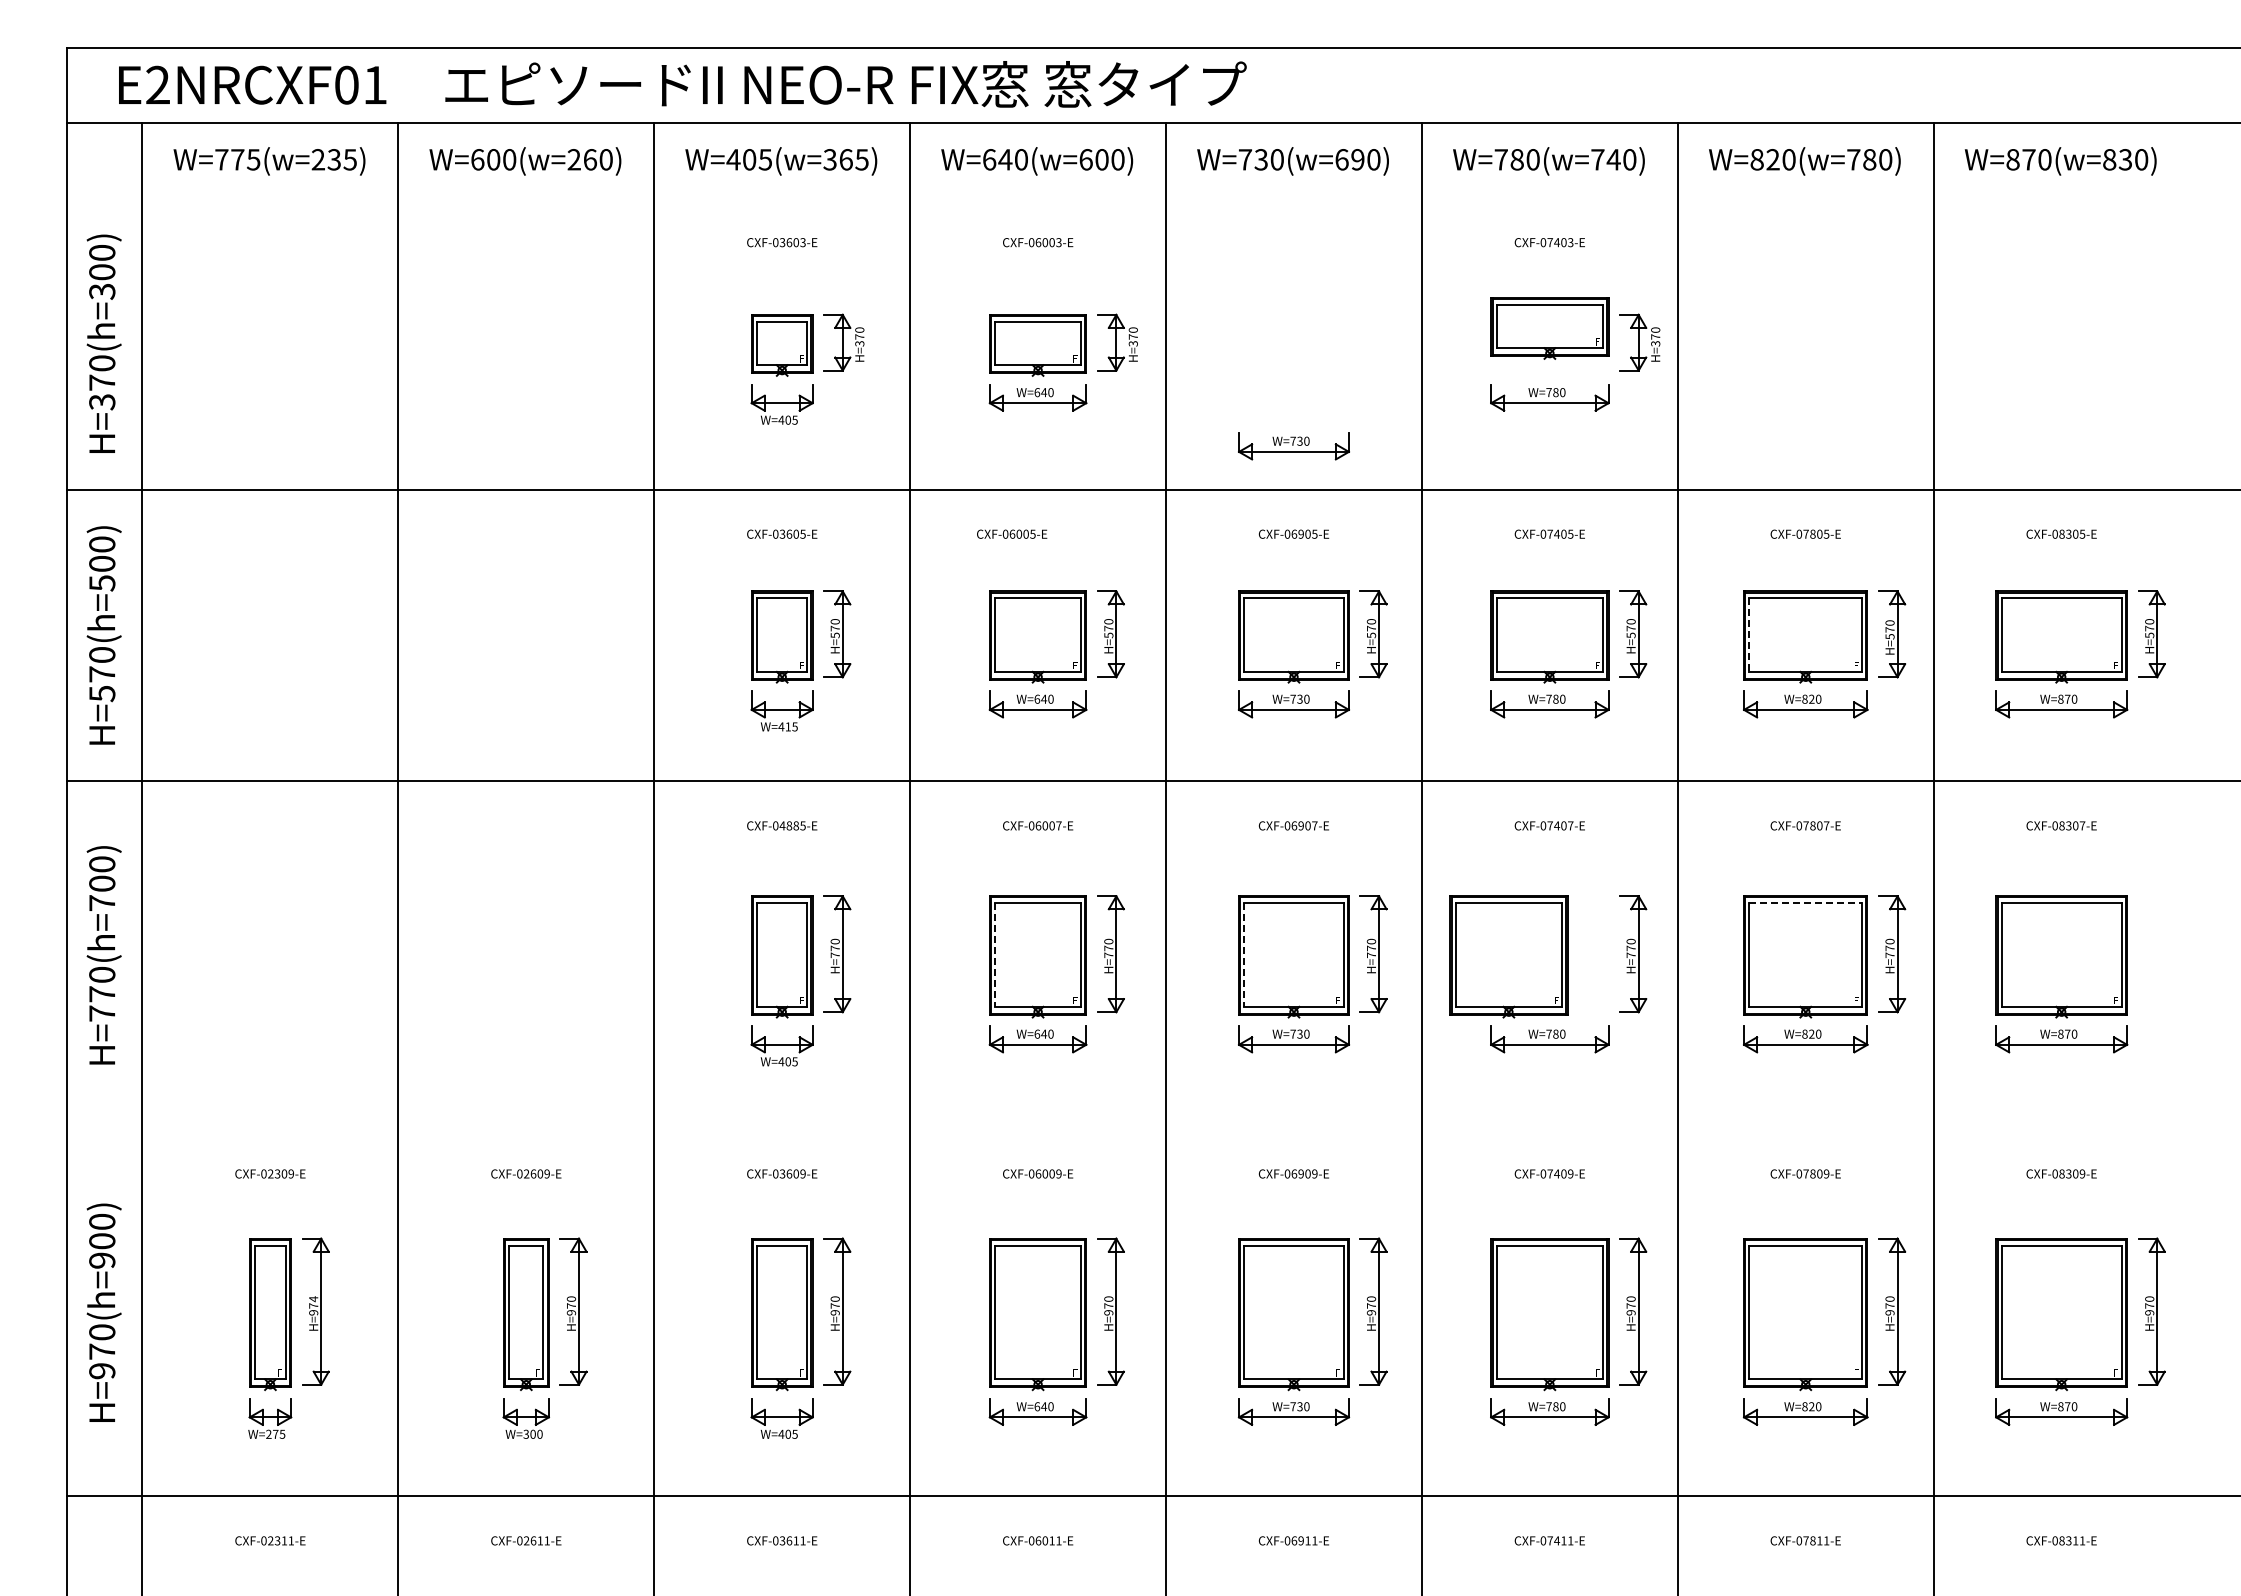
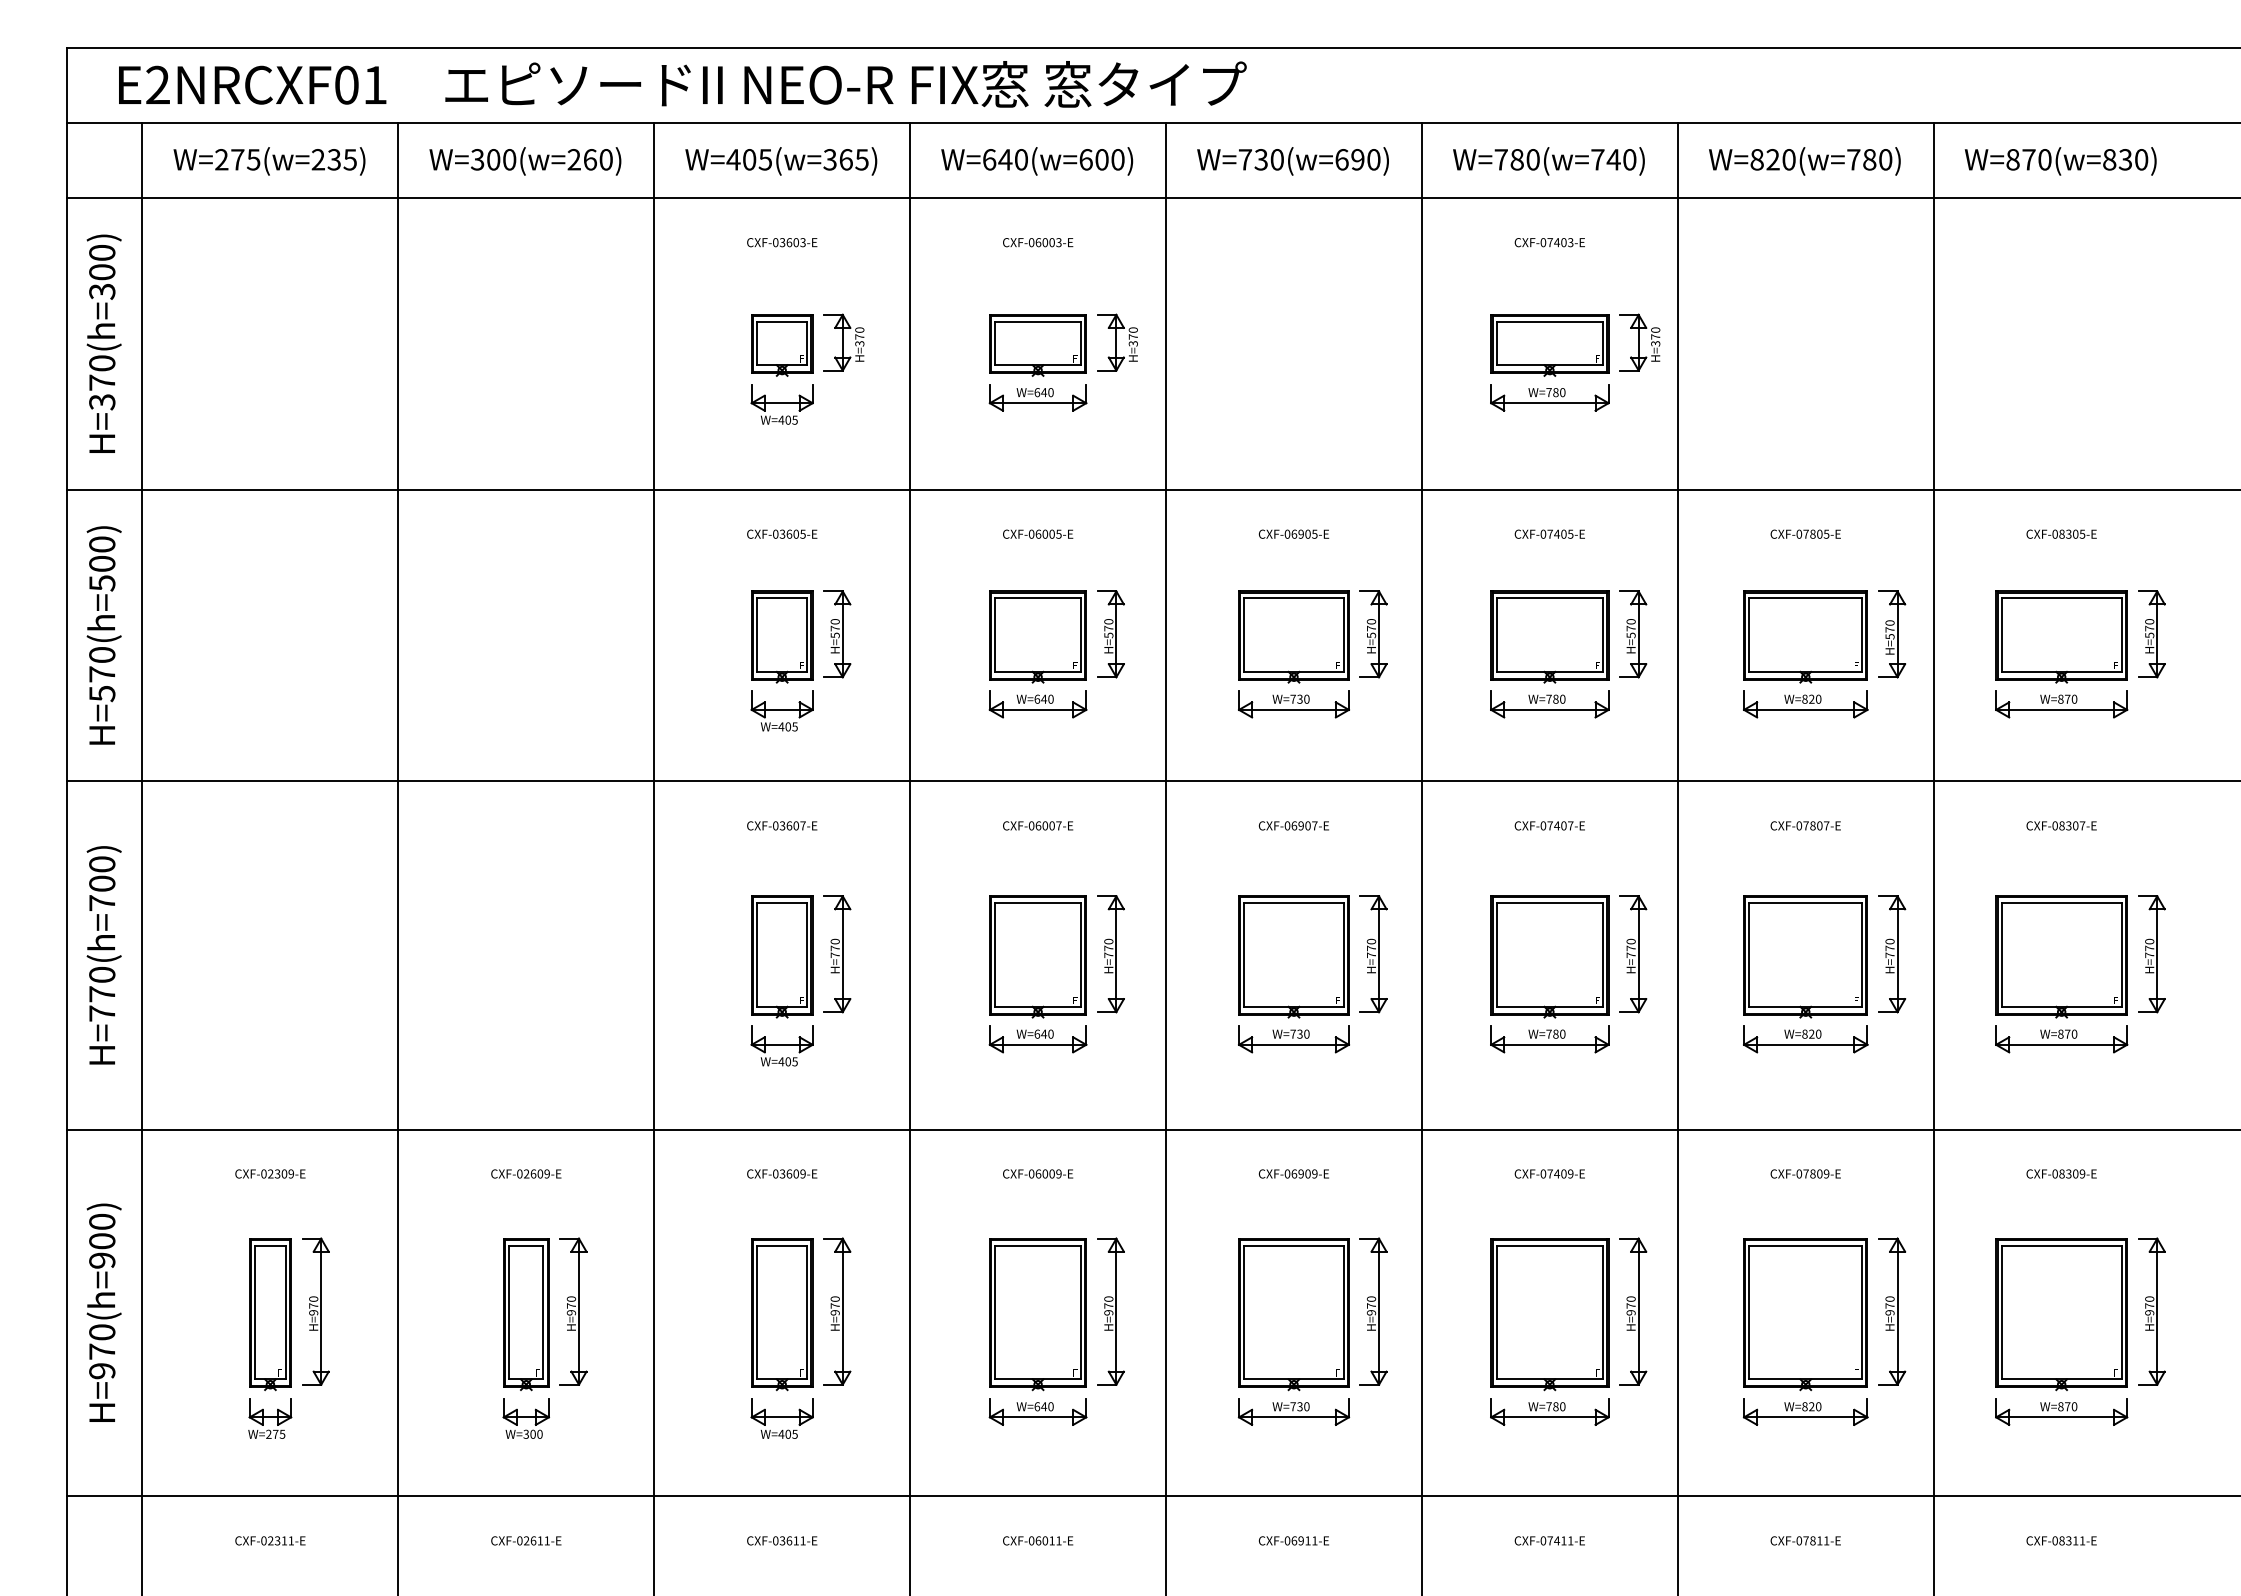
text at (221, 159): W=775(w=235) -> W=275(w=235)
text at (477, 159): W=600(w=260) -> W=300(w=260)
line at (1152, 198): none -> present
part at (1549, 328) position: (1549, 328) -> (1549, 345)
part at (1293, 446): present -> none
text at (1012, 533) position: (1012, 533) -> (1038, 533)
line at (1749, 635): dashed -> solid
text at (788, 726): W=415 -> W=405
text at (792, 825): CXF-04885-E -> CXF-03607-E
line at (1806, 903): dashed -> solid
line at (995, 954): dashed -> solid
line at (1244, 954): dashed -> solid
part at (2151, 954): none -> present
part at (1508, 956) position: (1508, 956) -> (1549, 956)
line at (1152, 1129): none -> present
text at (313, 1299): H=974 -> H=970
